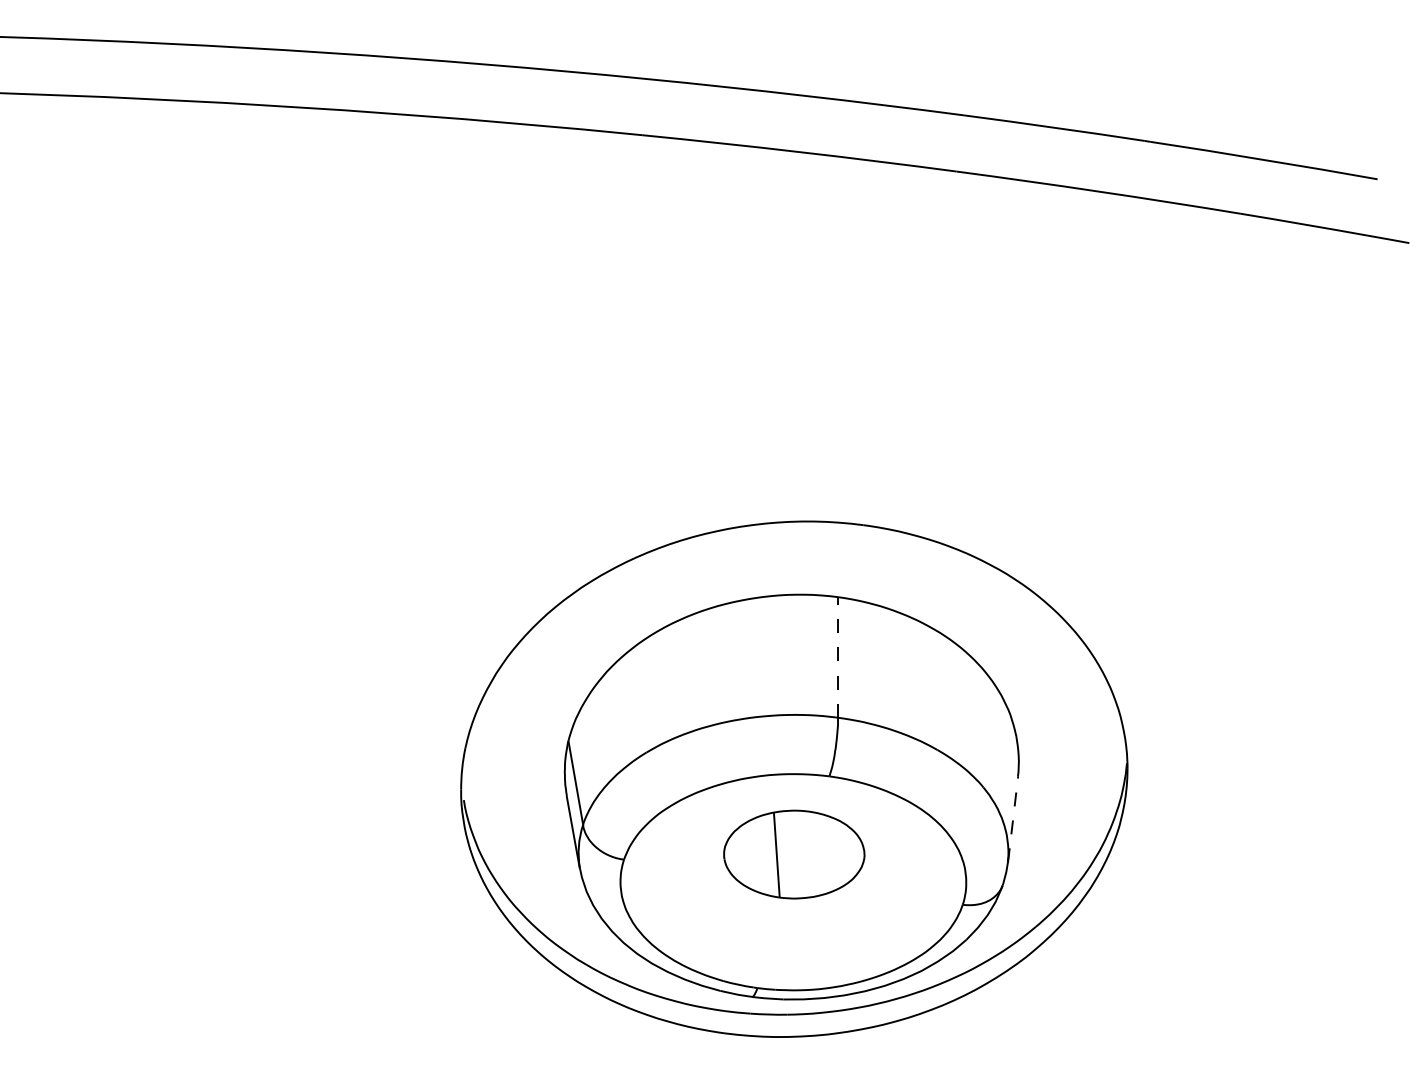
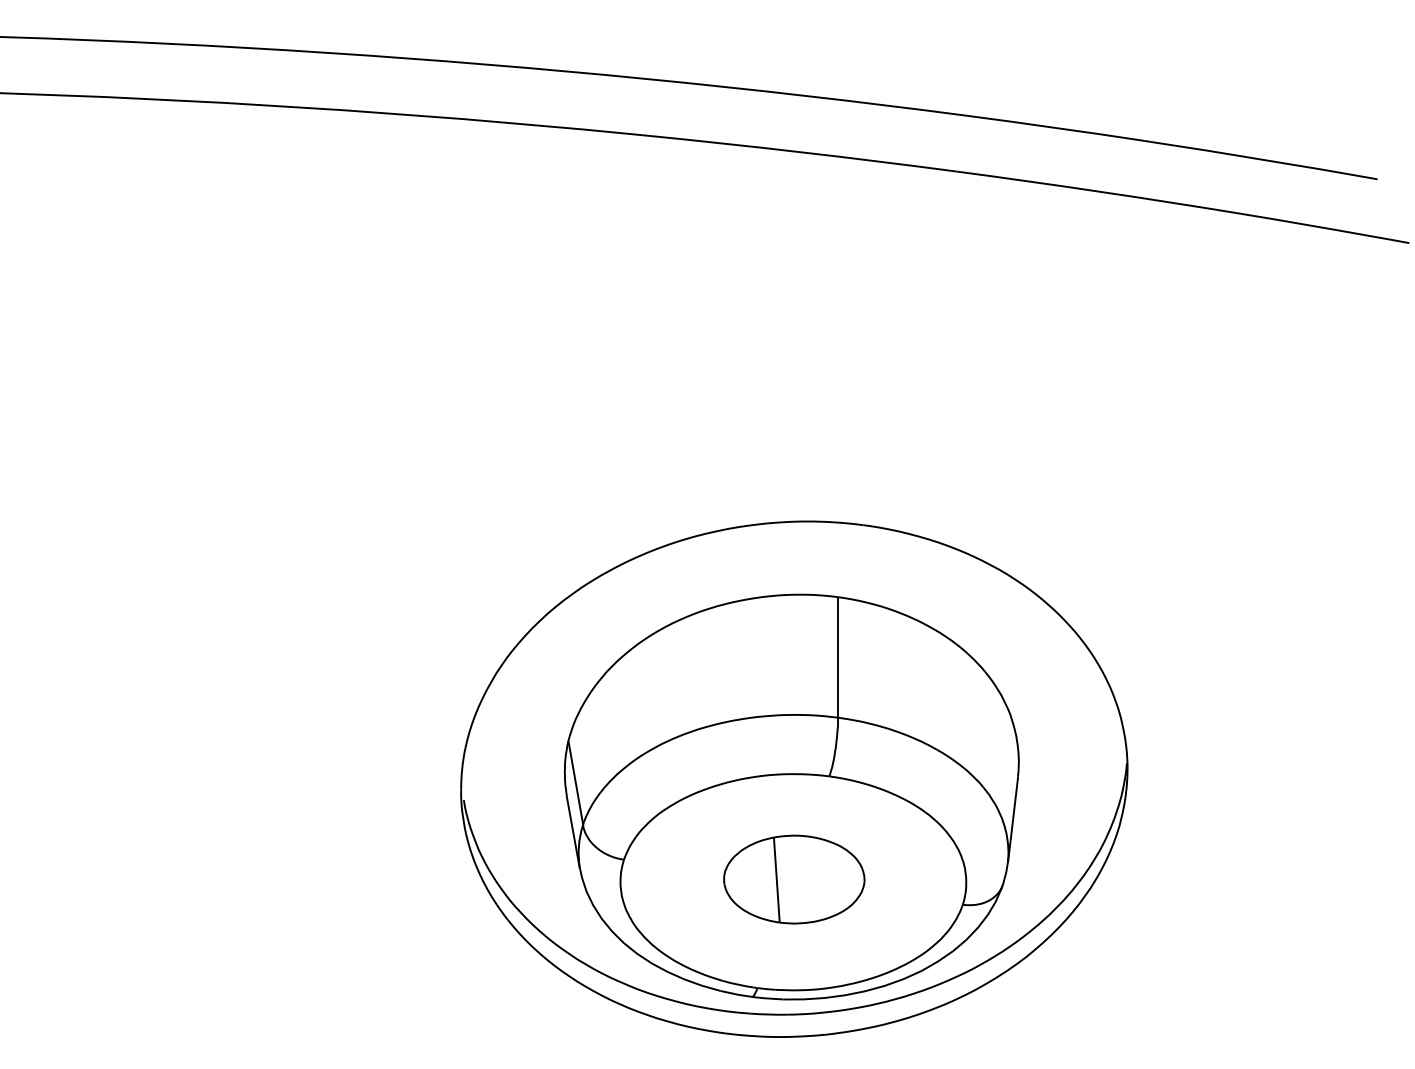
line at (838, 656): dashed -> solid
line at (1013, 819): dashed -> solid
part at (794, 854) position: (794, 854) -> (794, 879)
